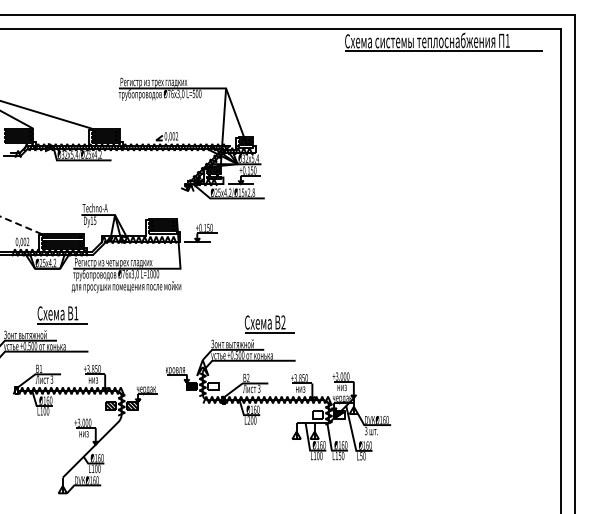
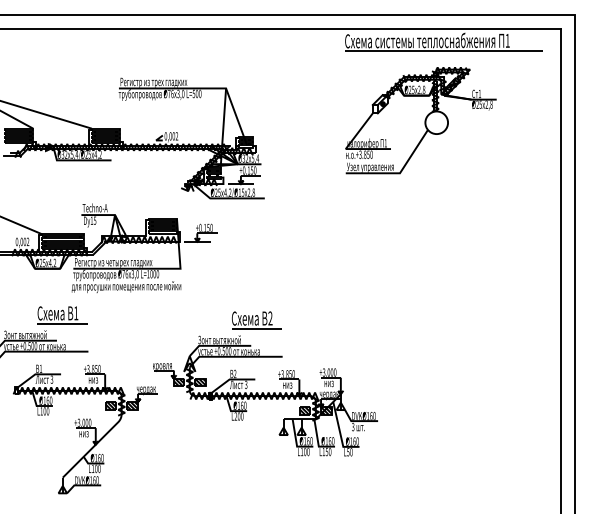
part at (420, 120): none -> present
line at (21, 225): dashed -> solid
part at (276, 396) position: (276, 396) -> (263, 392)
